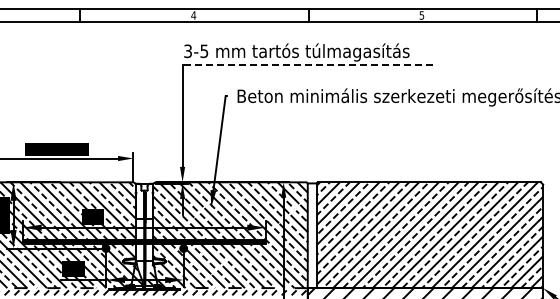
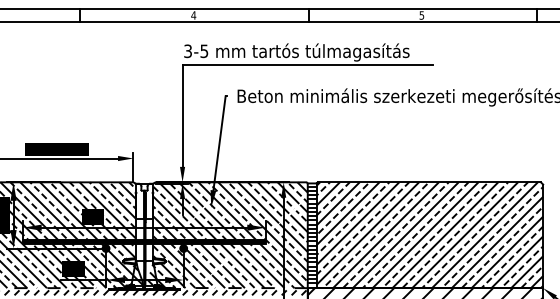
line at (307, 65): dashed -> solid
hatch at (311, 236): none -> present
